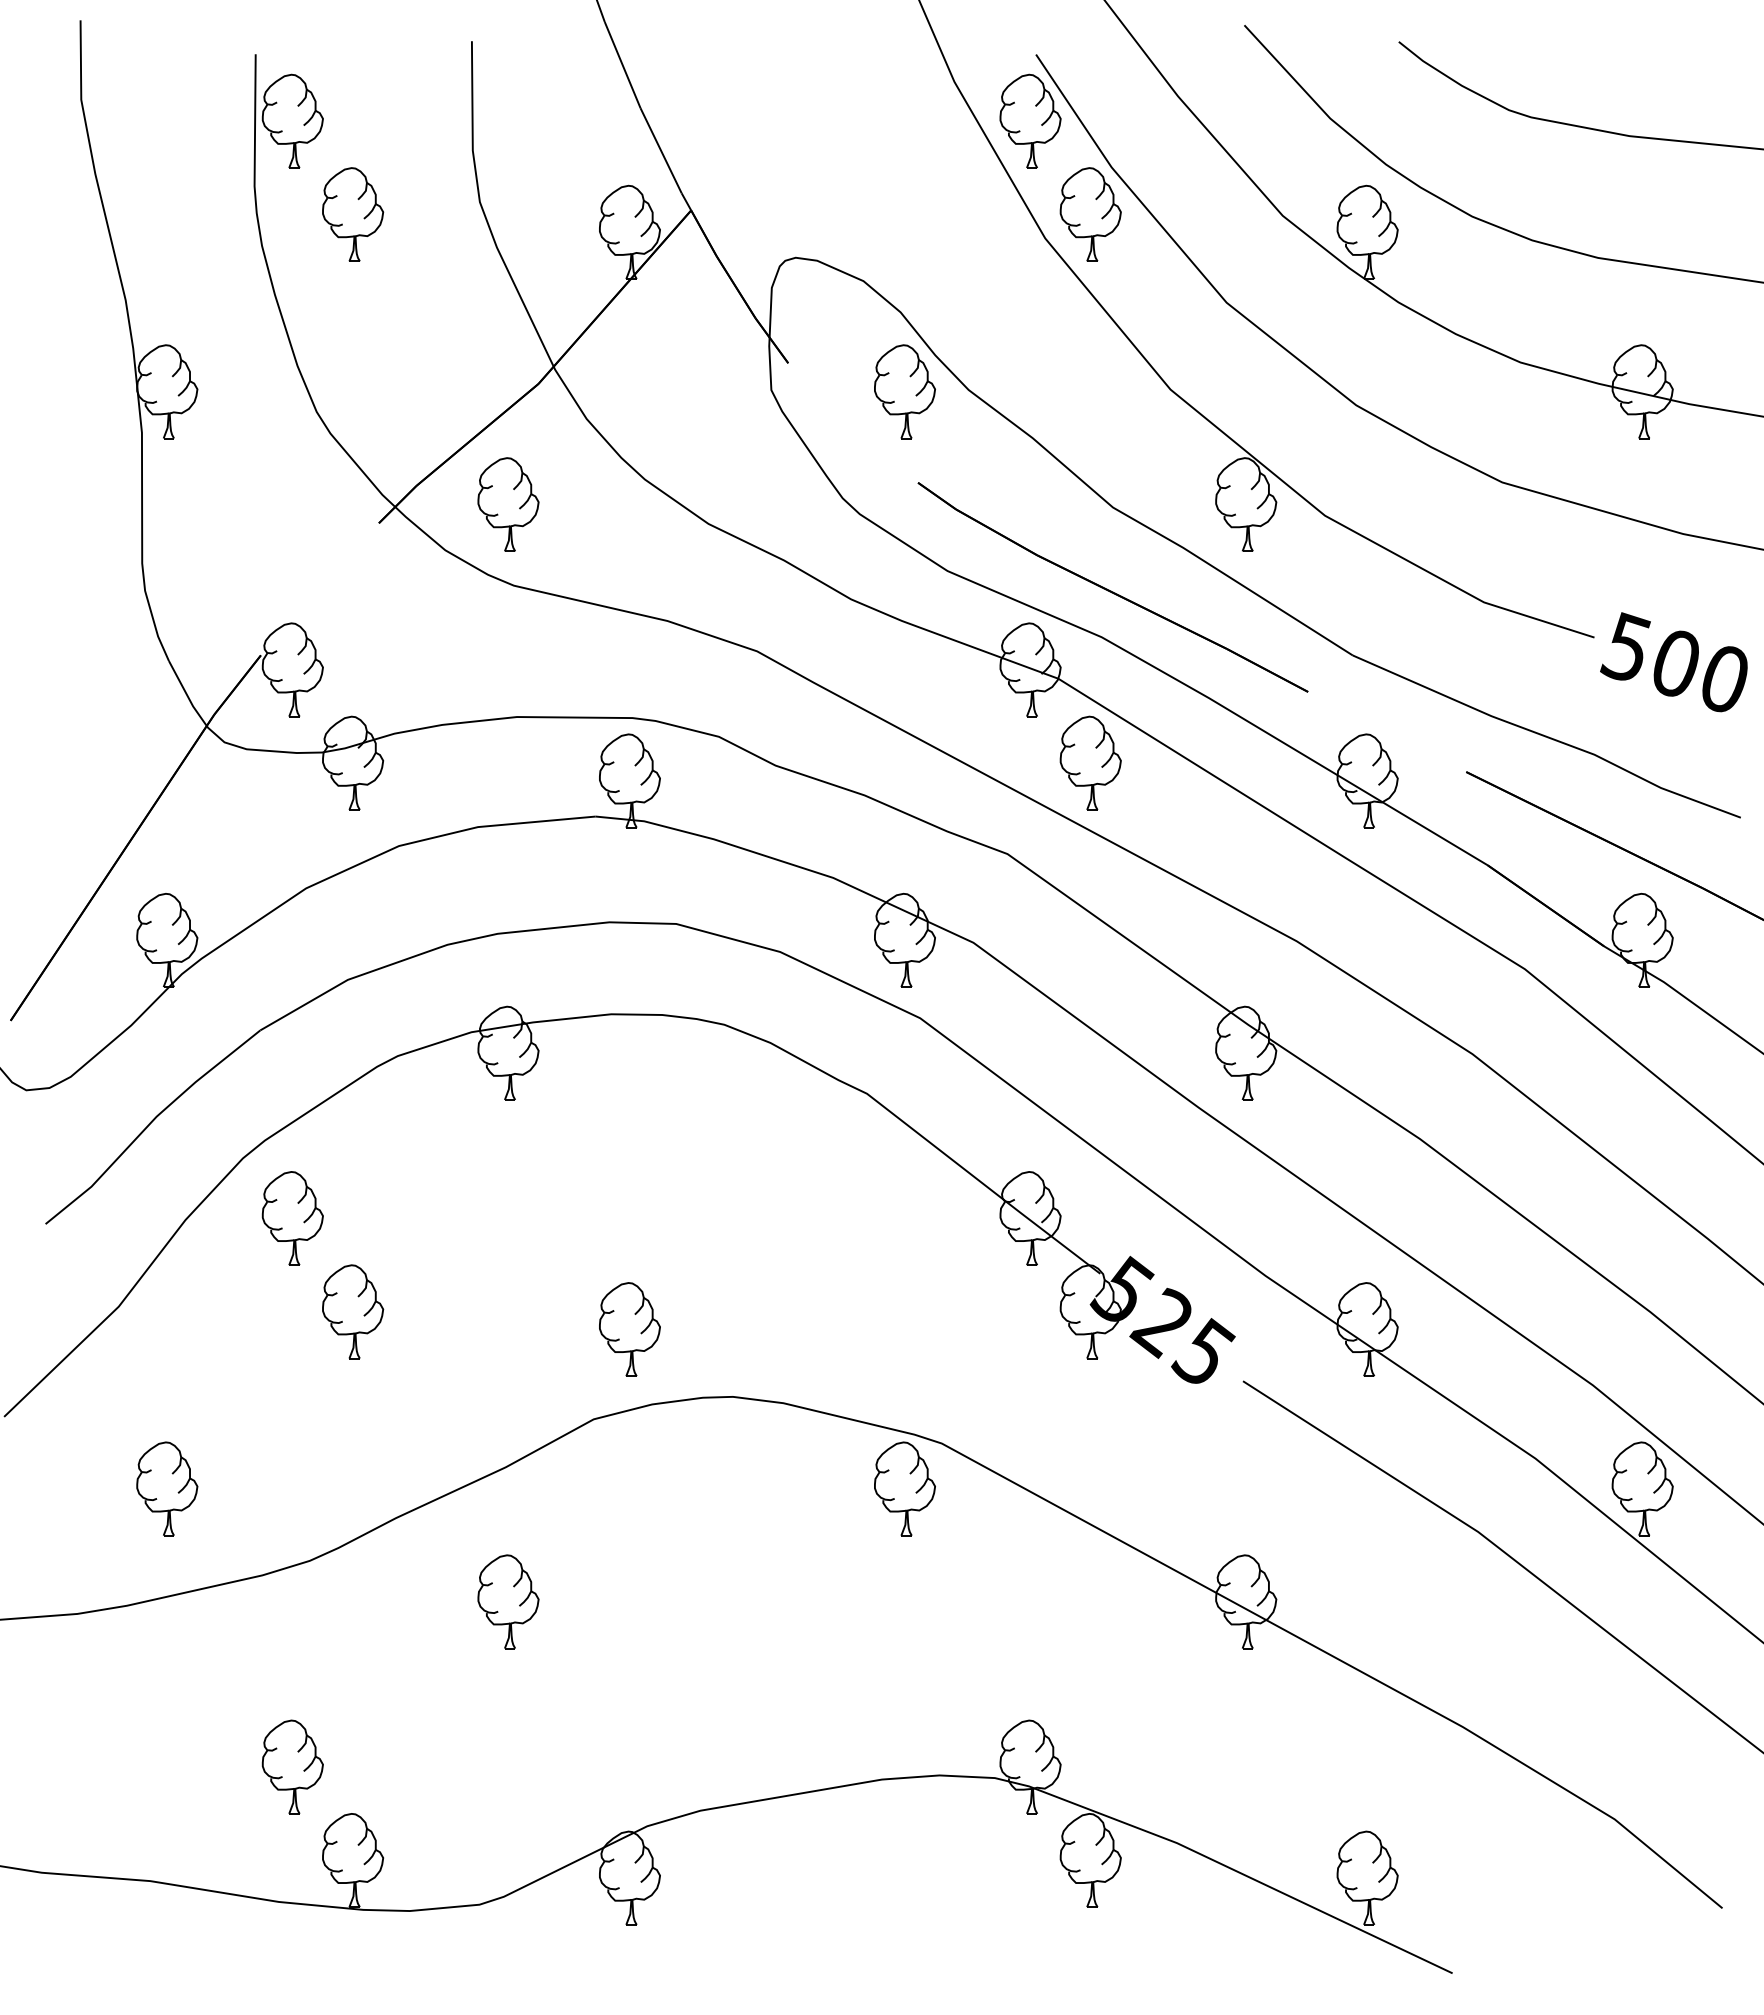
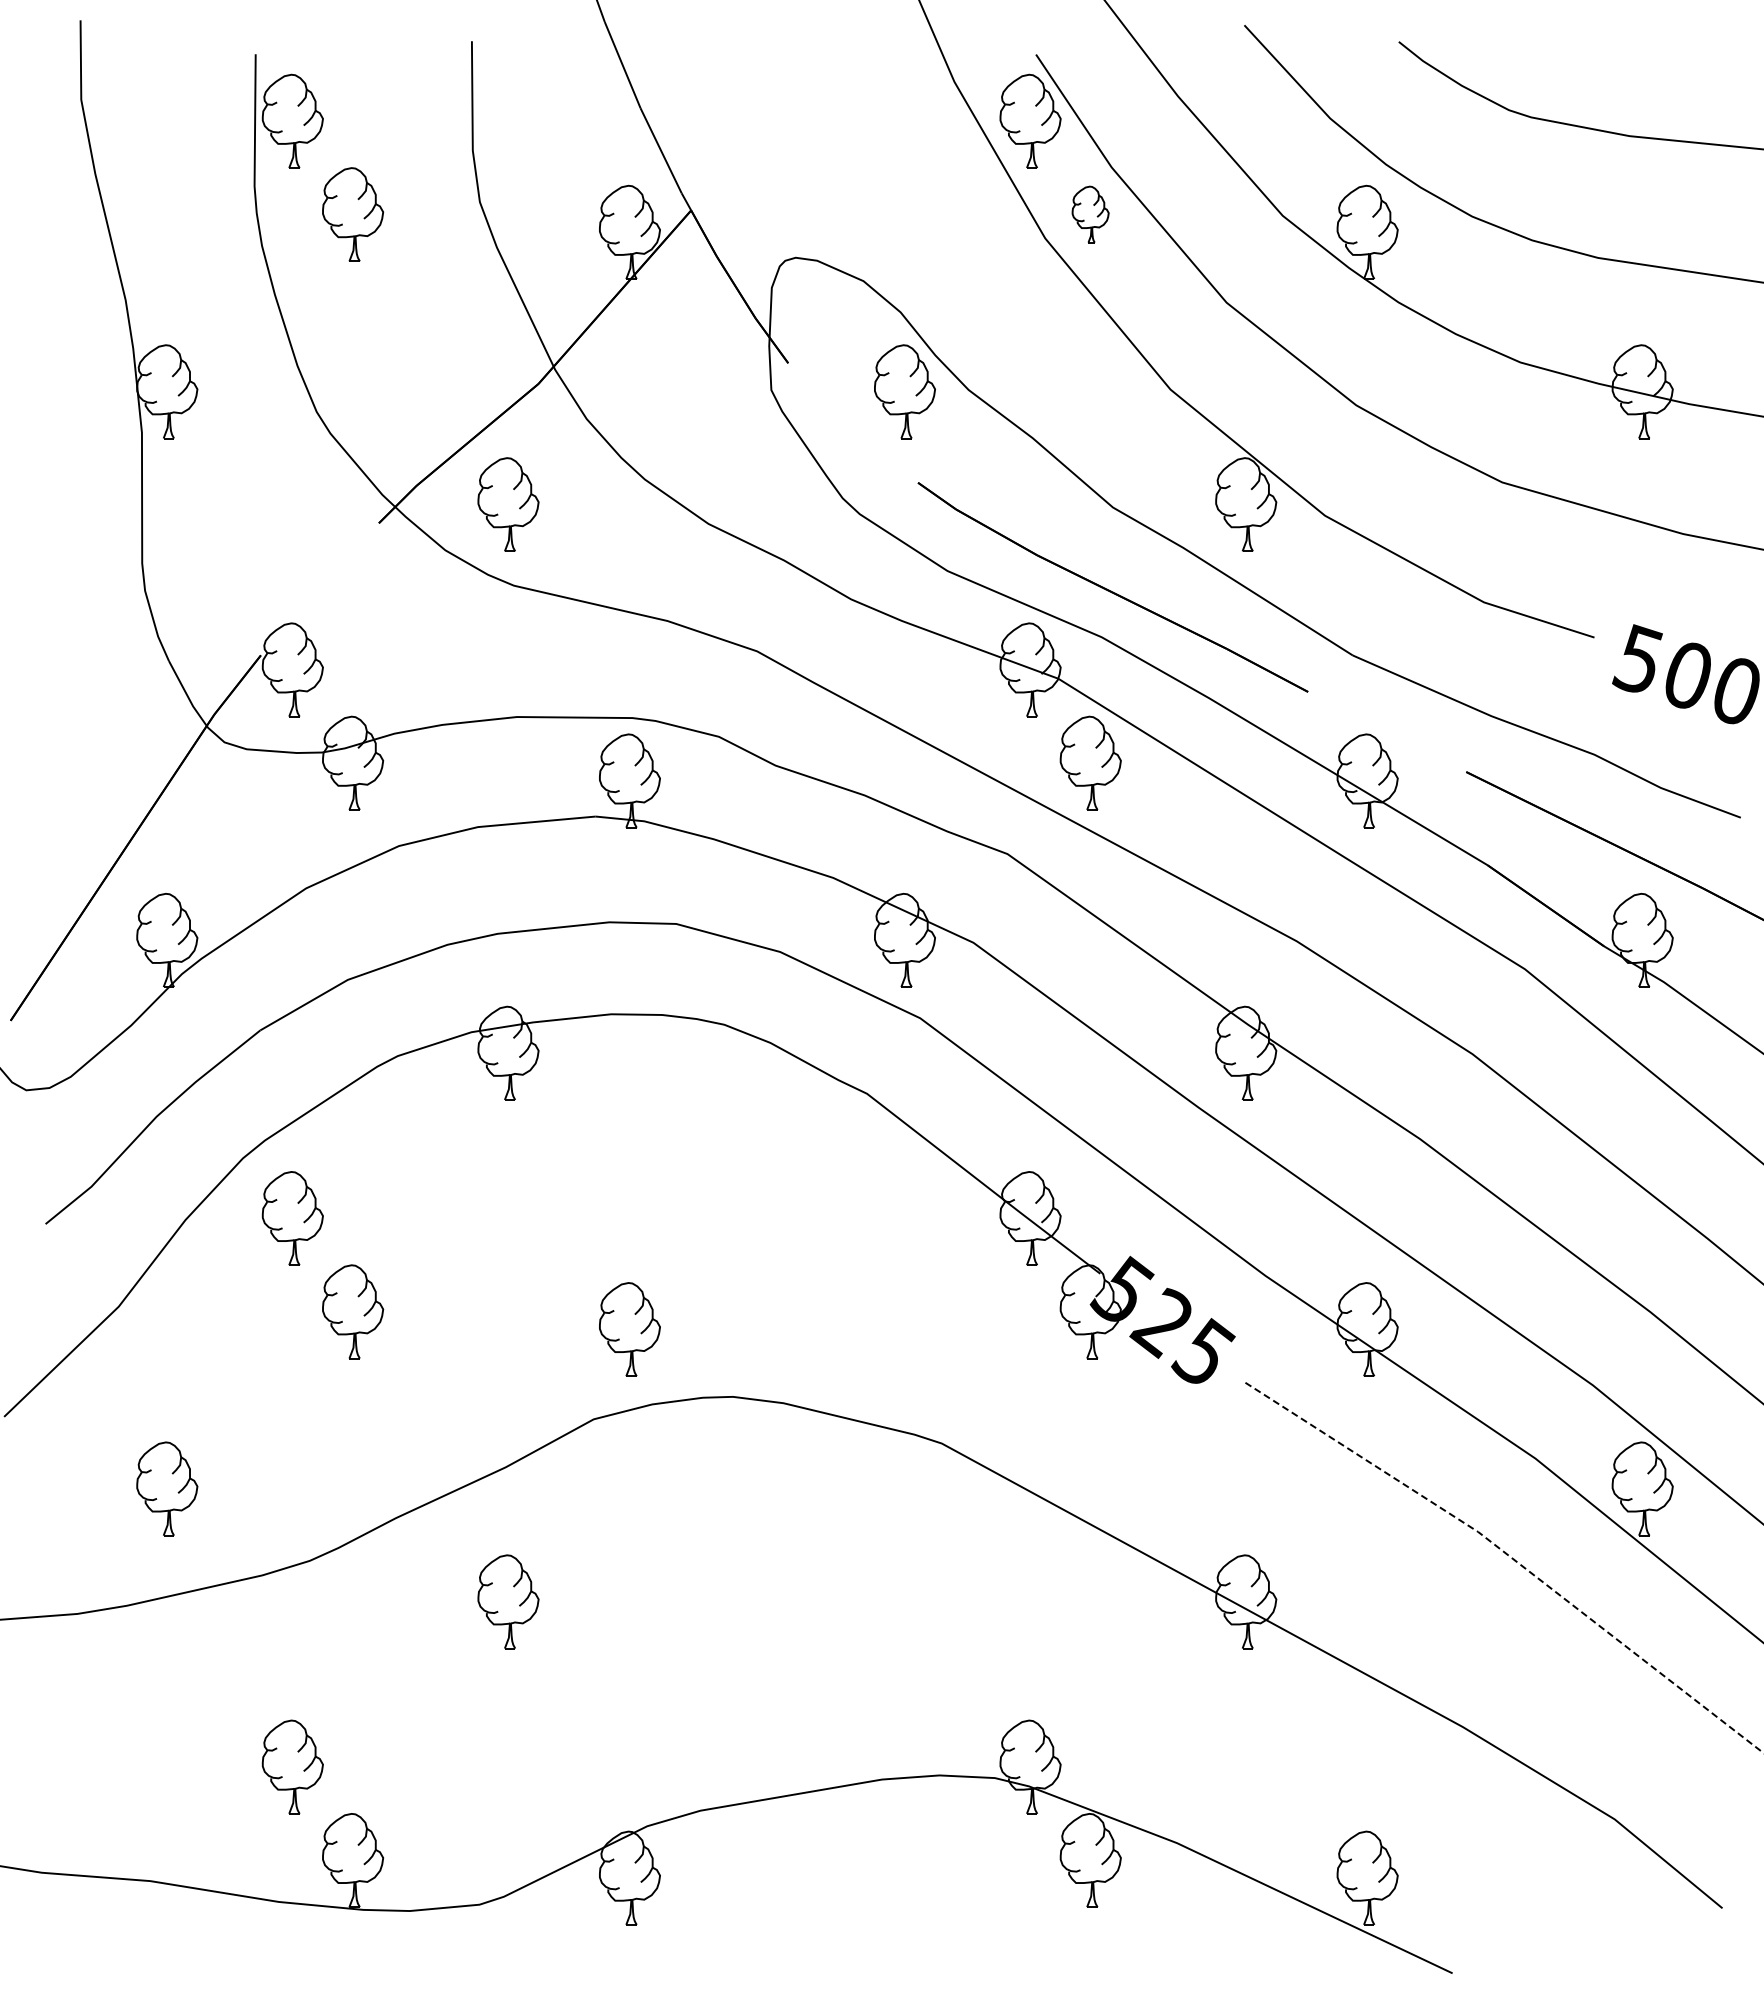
part at (1090, 214) size: 63x95 px -> 39x59 px
text at (1673, 662) position: (1673, 662) -> (1685, 674)
part at (904, 1488): present -> none
line at (1509, 1556): solid -> dashed
